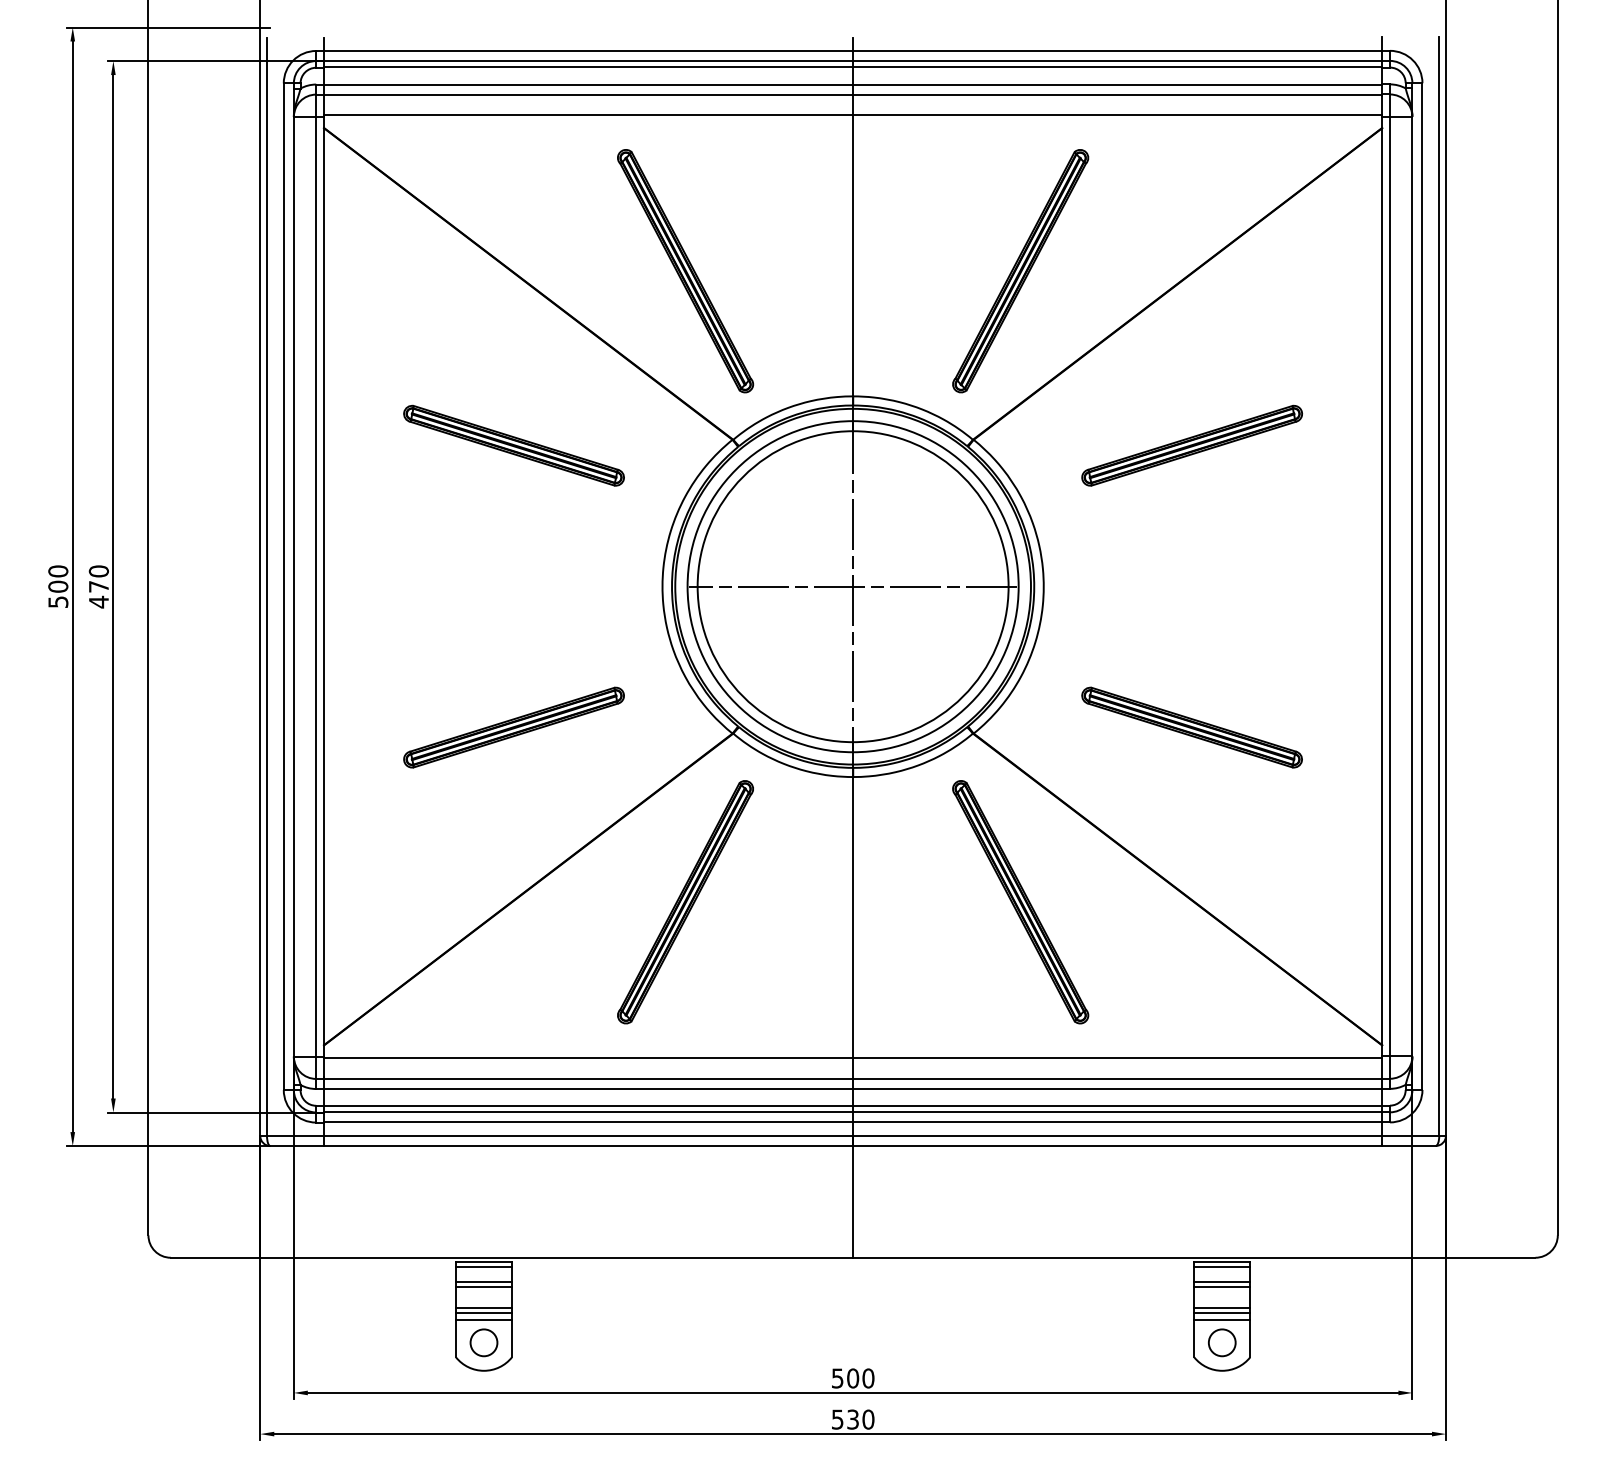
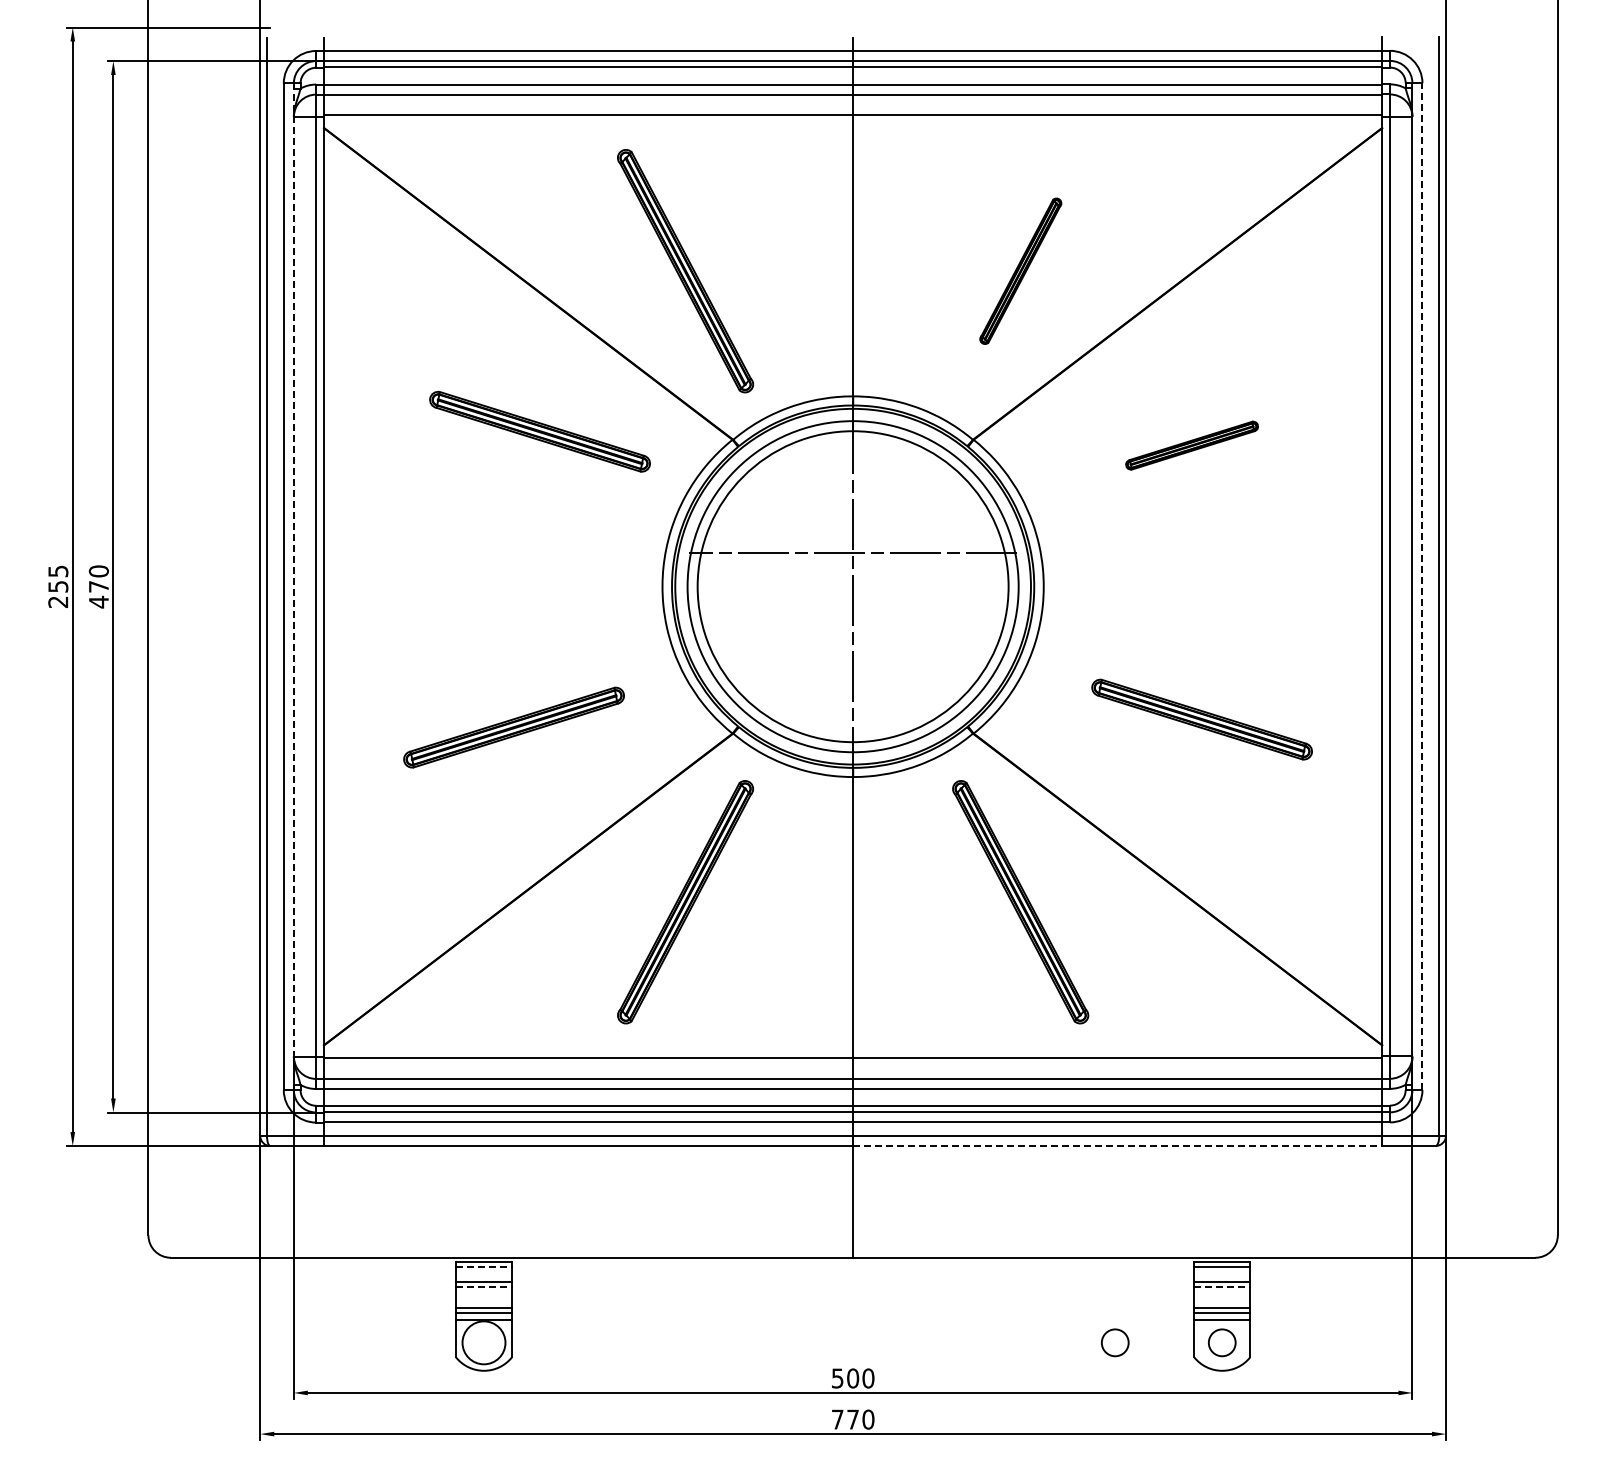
part at (1020, 271) size: 138x245 px -> 84x148 px
part at (513, 445) position: (513, 445) -> (539, 431)
part at (1191, 445) size: 222x83 px -> 134x51 px
text at (58, 586): 500 -> 255
line at (853, 586) position: (853, 586) -> (853, 552)
line at (1422, 586): solid -> dashed
line at (293, 587): solid -> dashed
part at (1191, 727) position: (1191, 727) -> (1201, 719)
line at (1117, 1146): solid -> dashed
line at (484, 1267): solid -> dashed
line at (484, 1287): solid -> dashed
line at (1222, 1287): solid -> dashed
circle at (483, 1342) diameter: 27 px -> 43 px
circle at (1115, 1342): none -> present
text at (845, 1419): 530 -> 770
